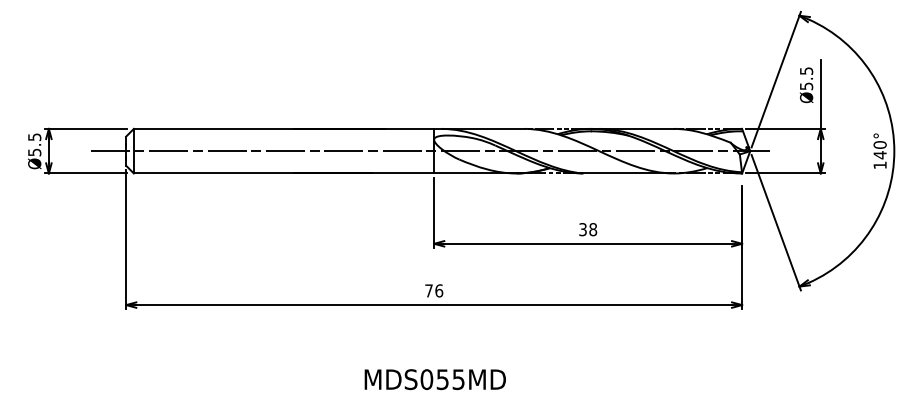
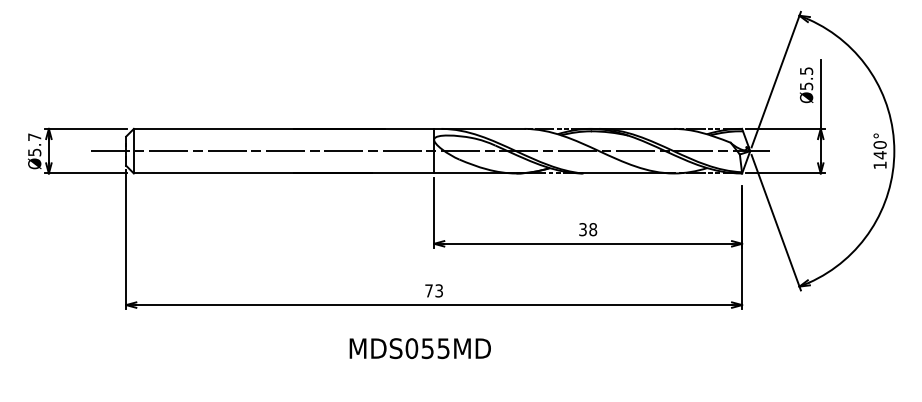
text at (34, 137): Ø5.5 -> Ø5.7
text at (439, 290): 76 -> 73
text at (434, 379) position: (434, 379) -> (419, 348)
